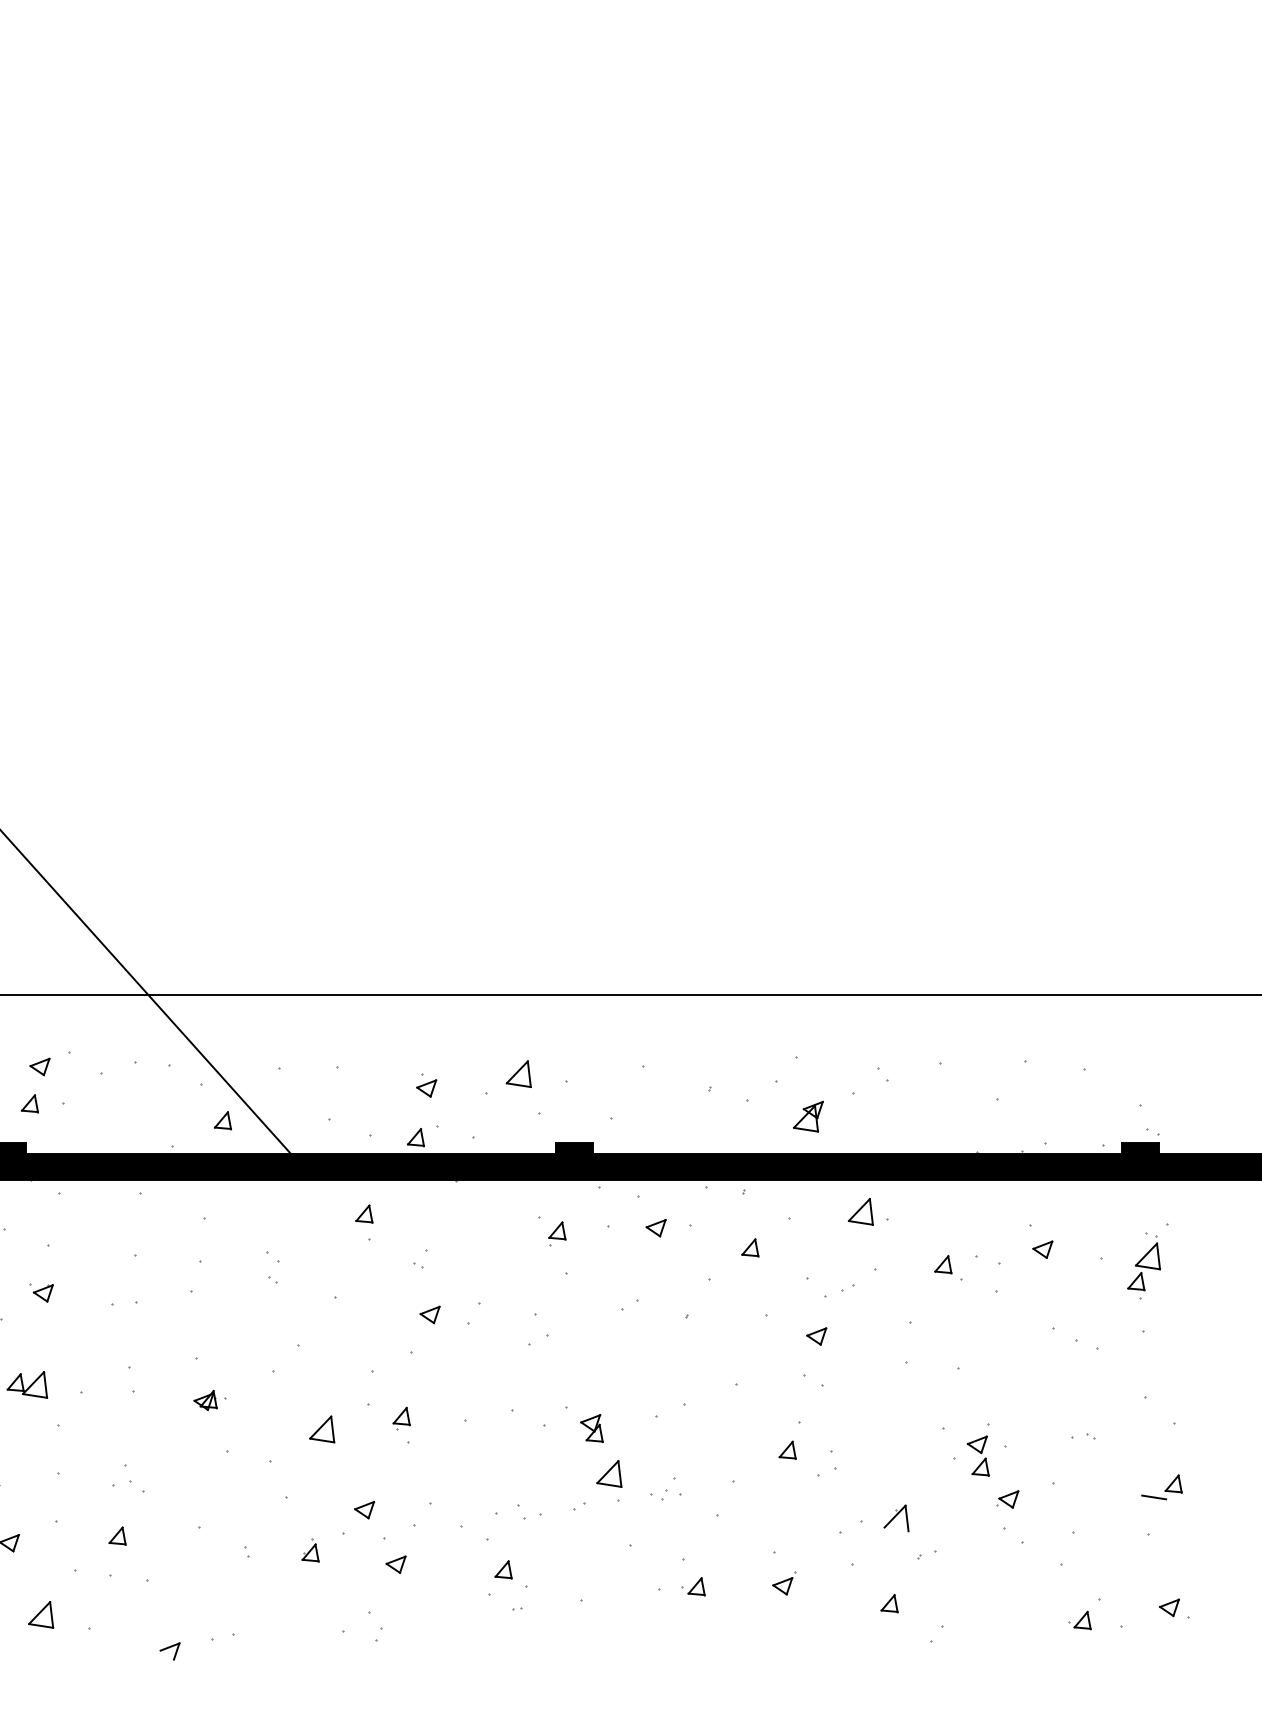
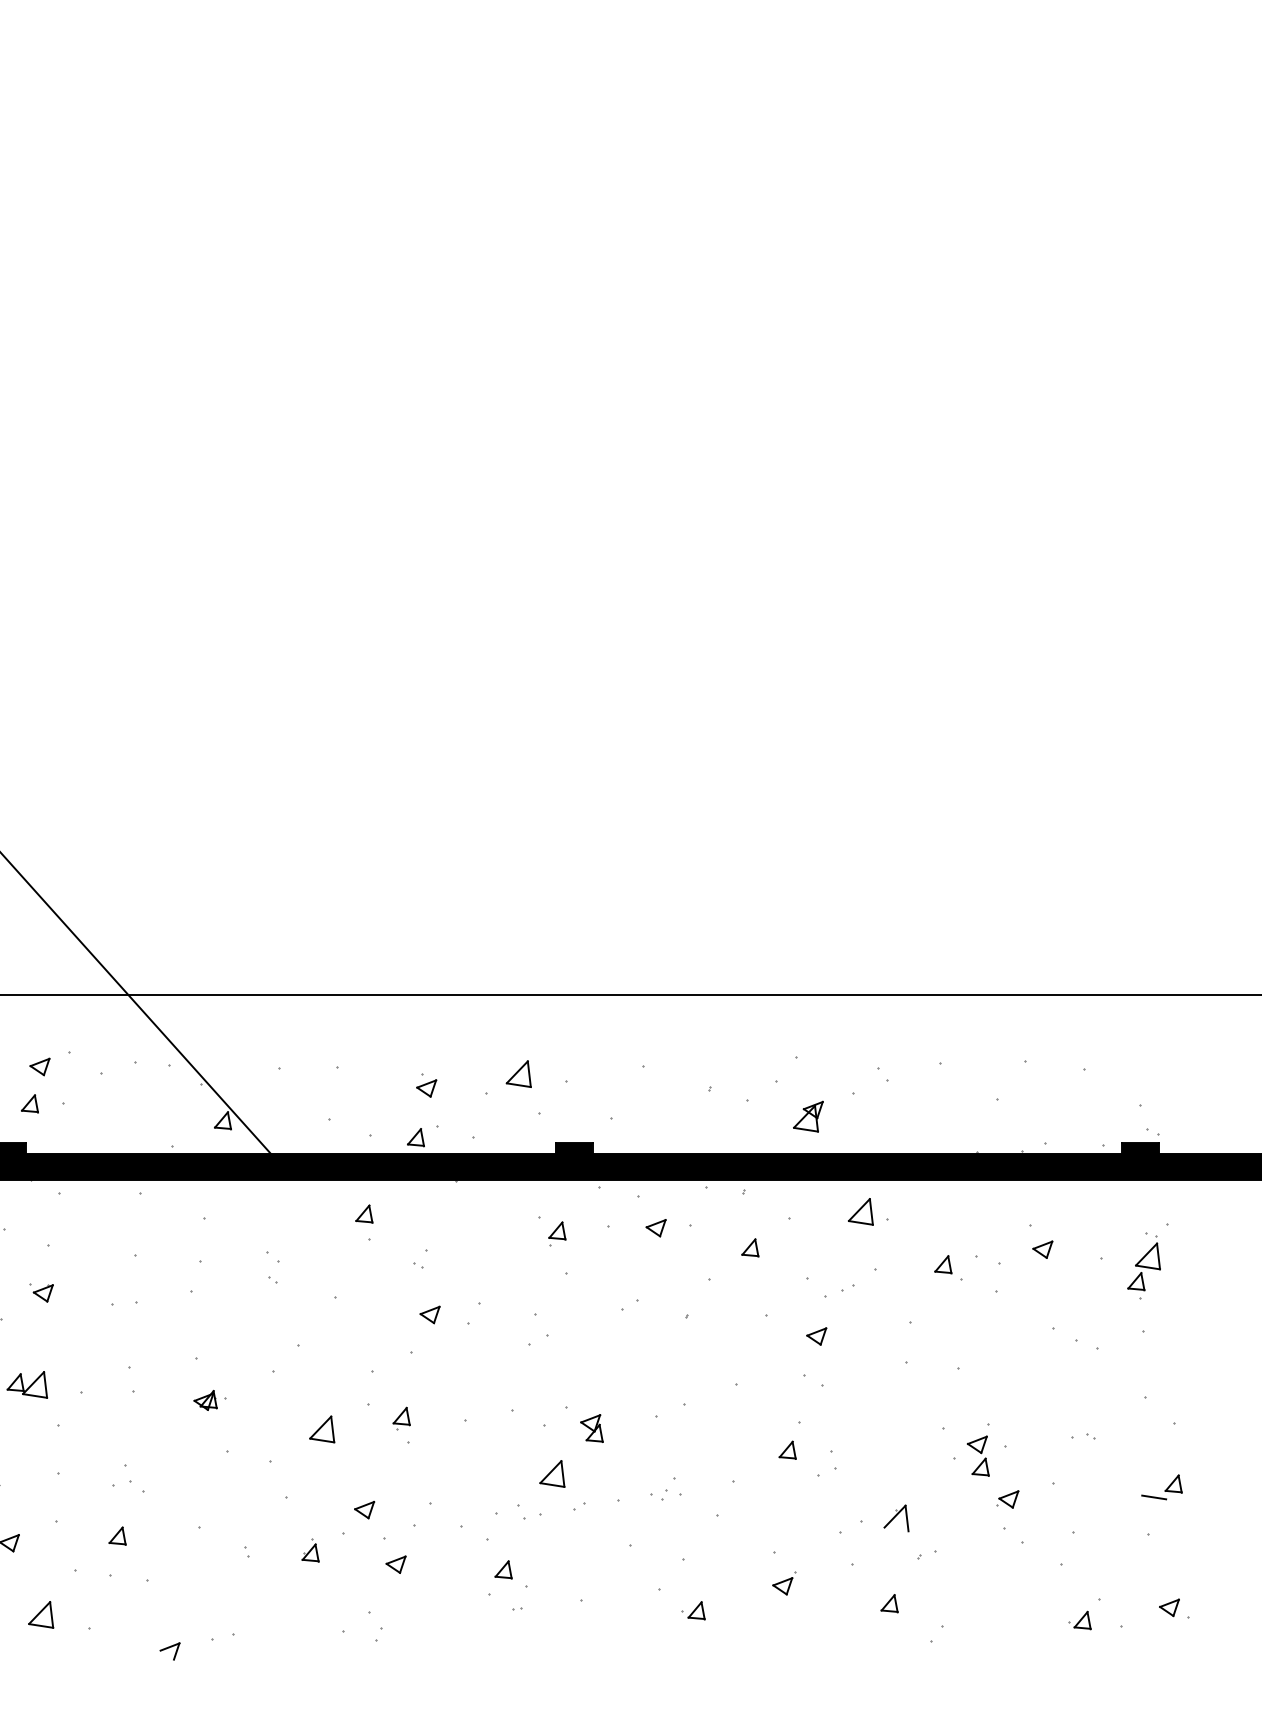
line at (146, 992) position: (146, 992) -> (140, 1008)
part at (609, 1473) position: (609, 1473) -> (552, 1473)
part at (693, 1586) position: (693, 1586) -> (693, 1610)
